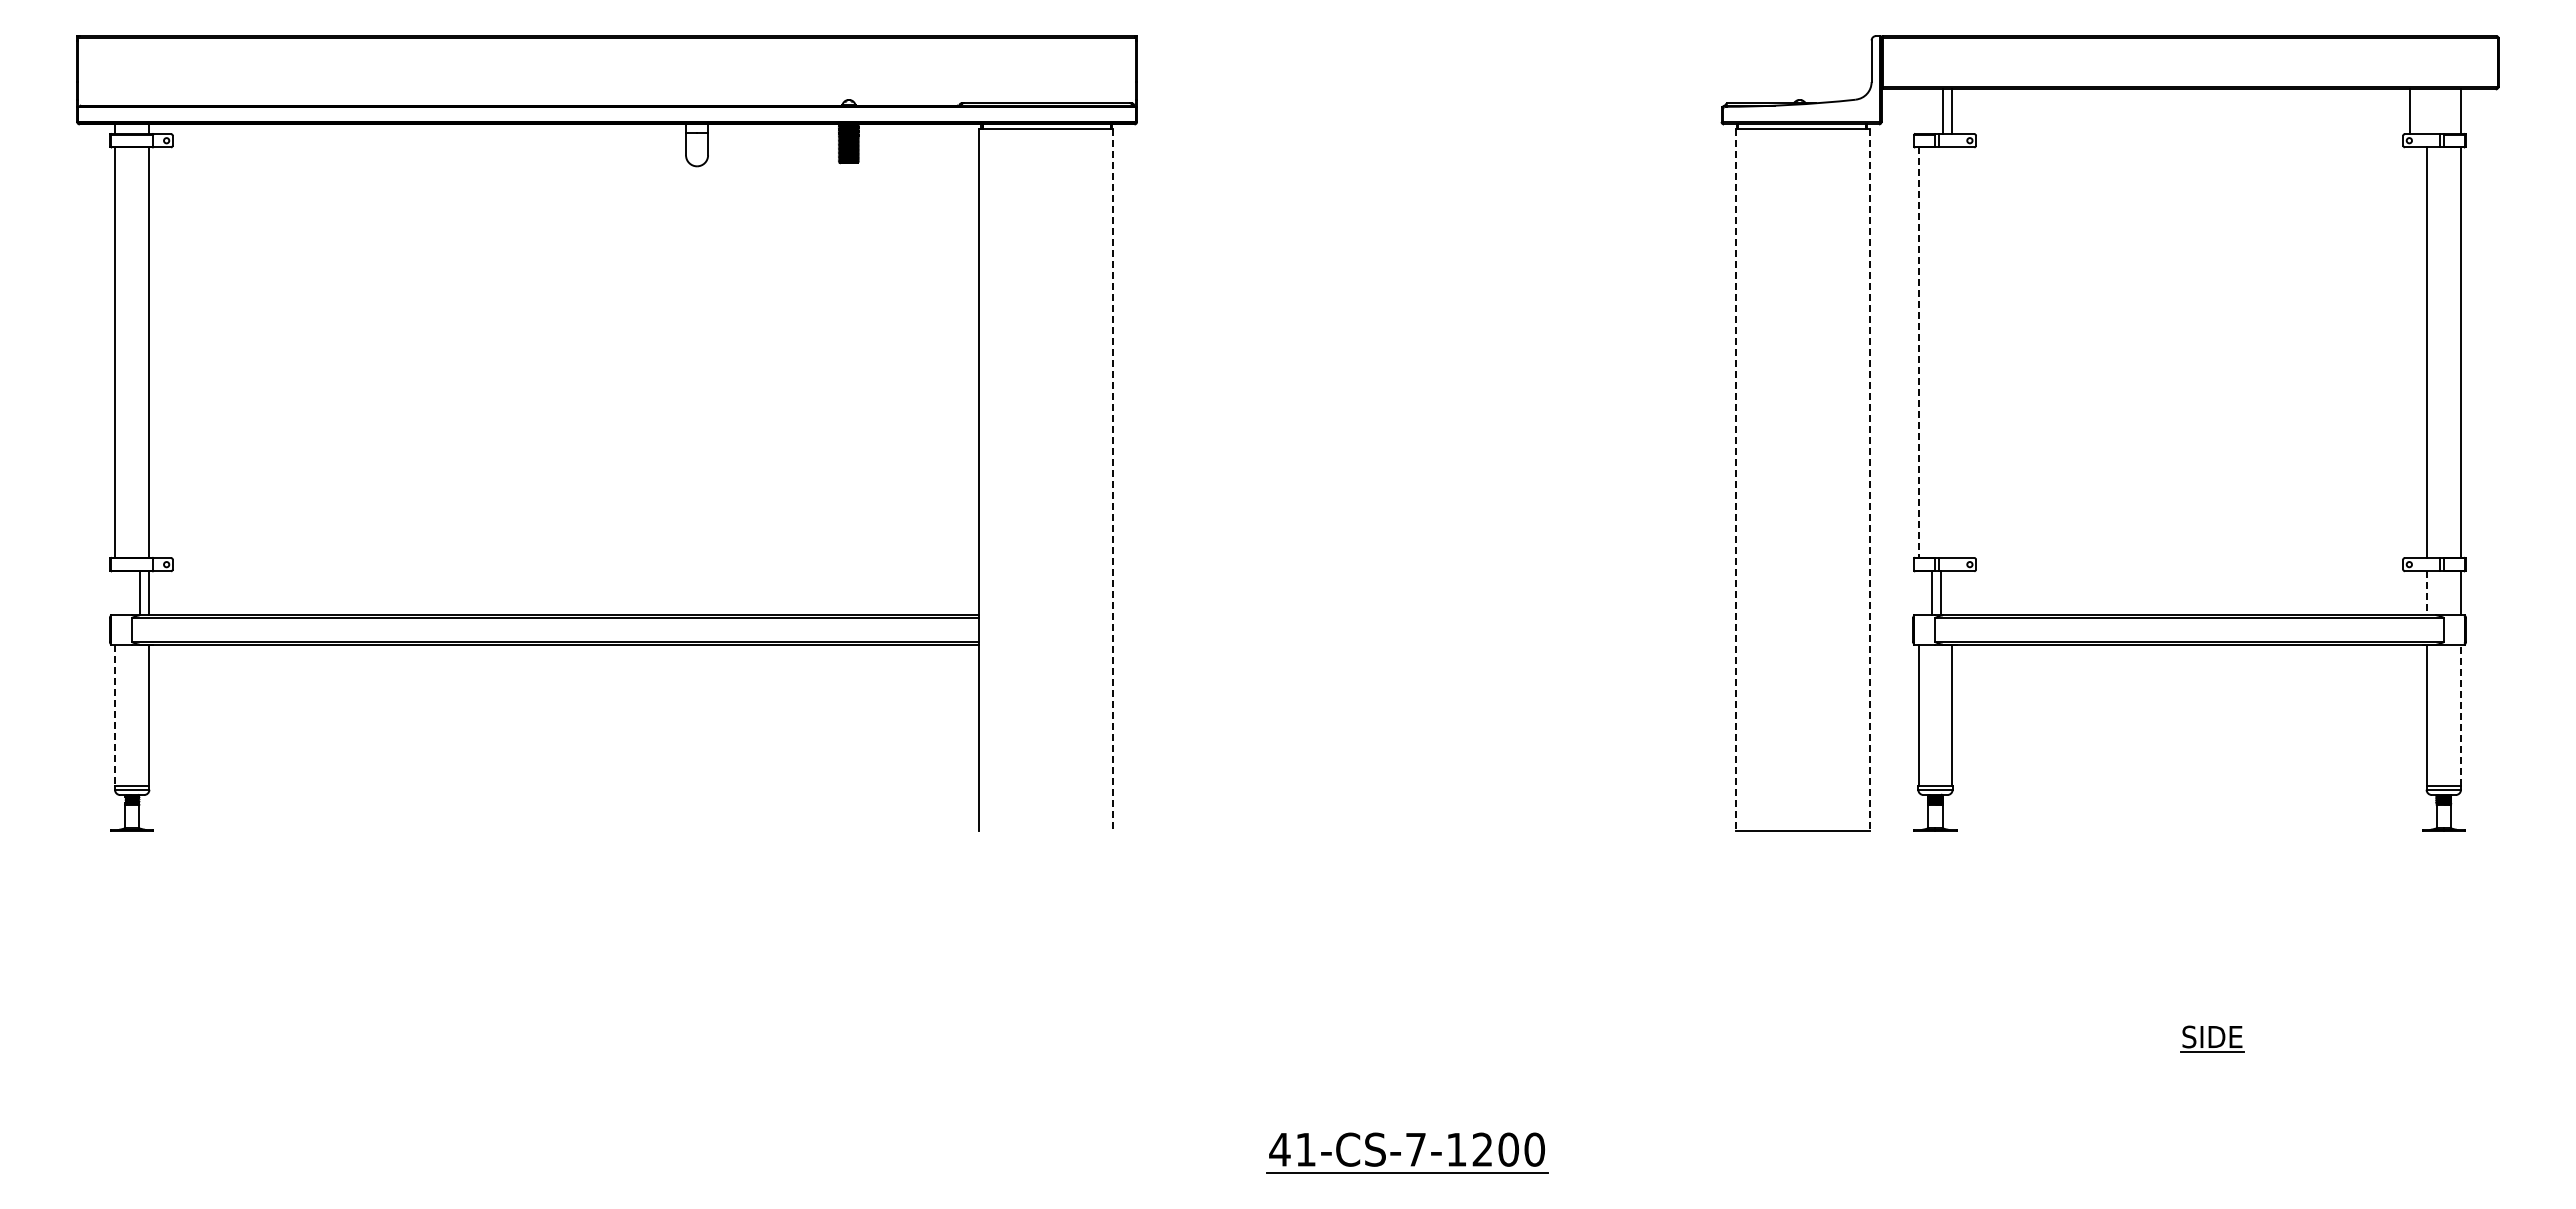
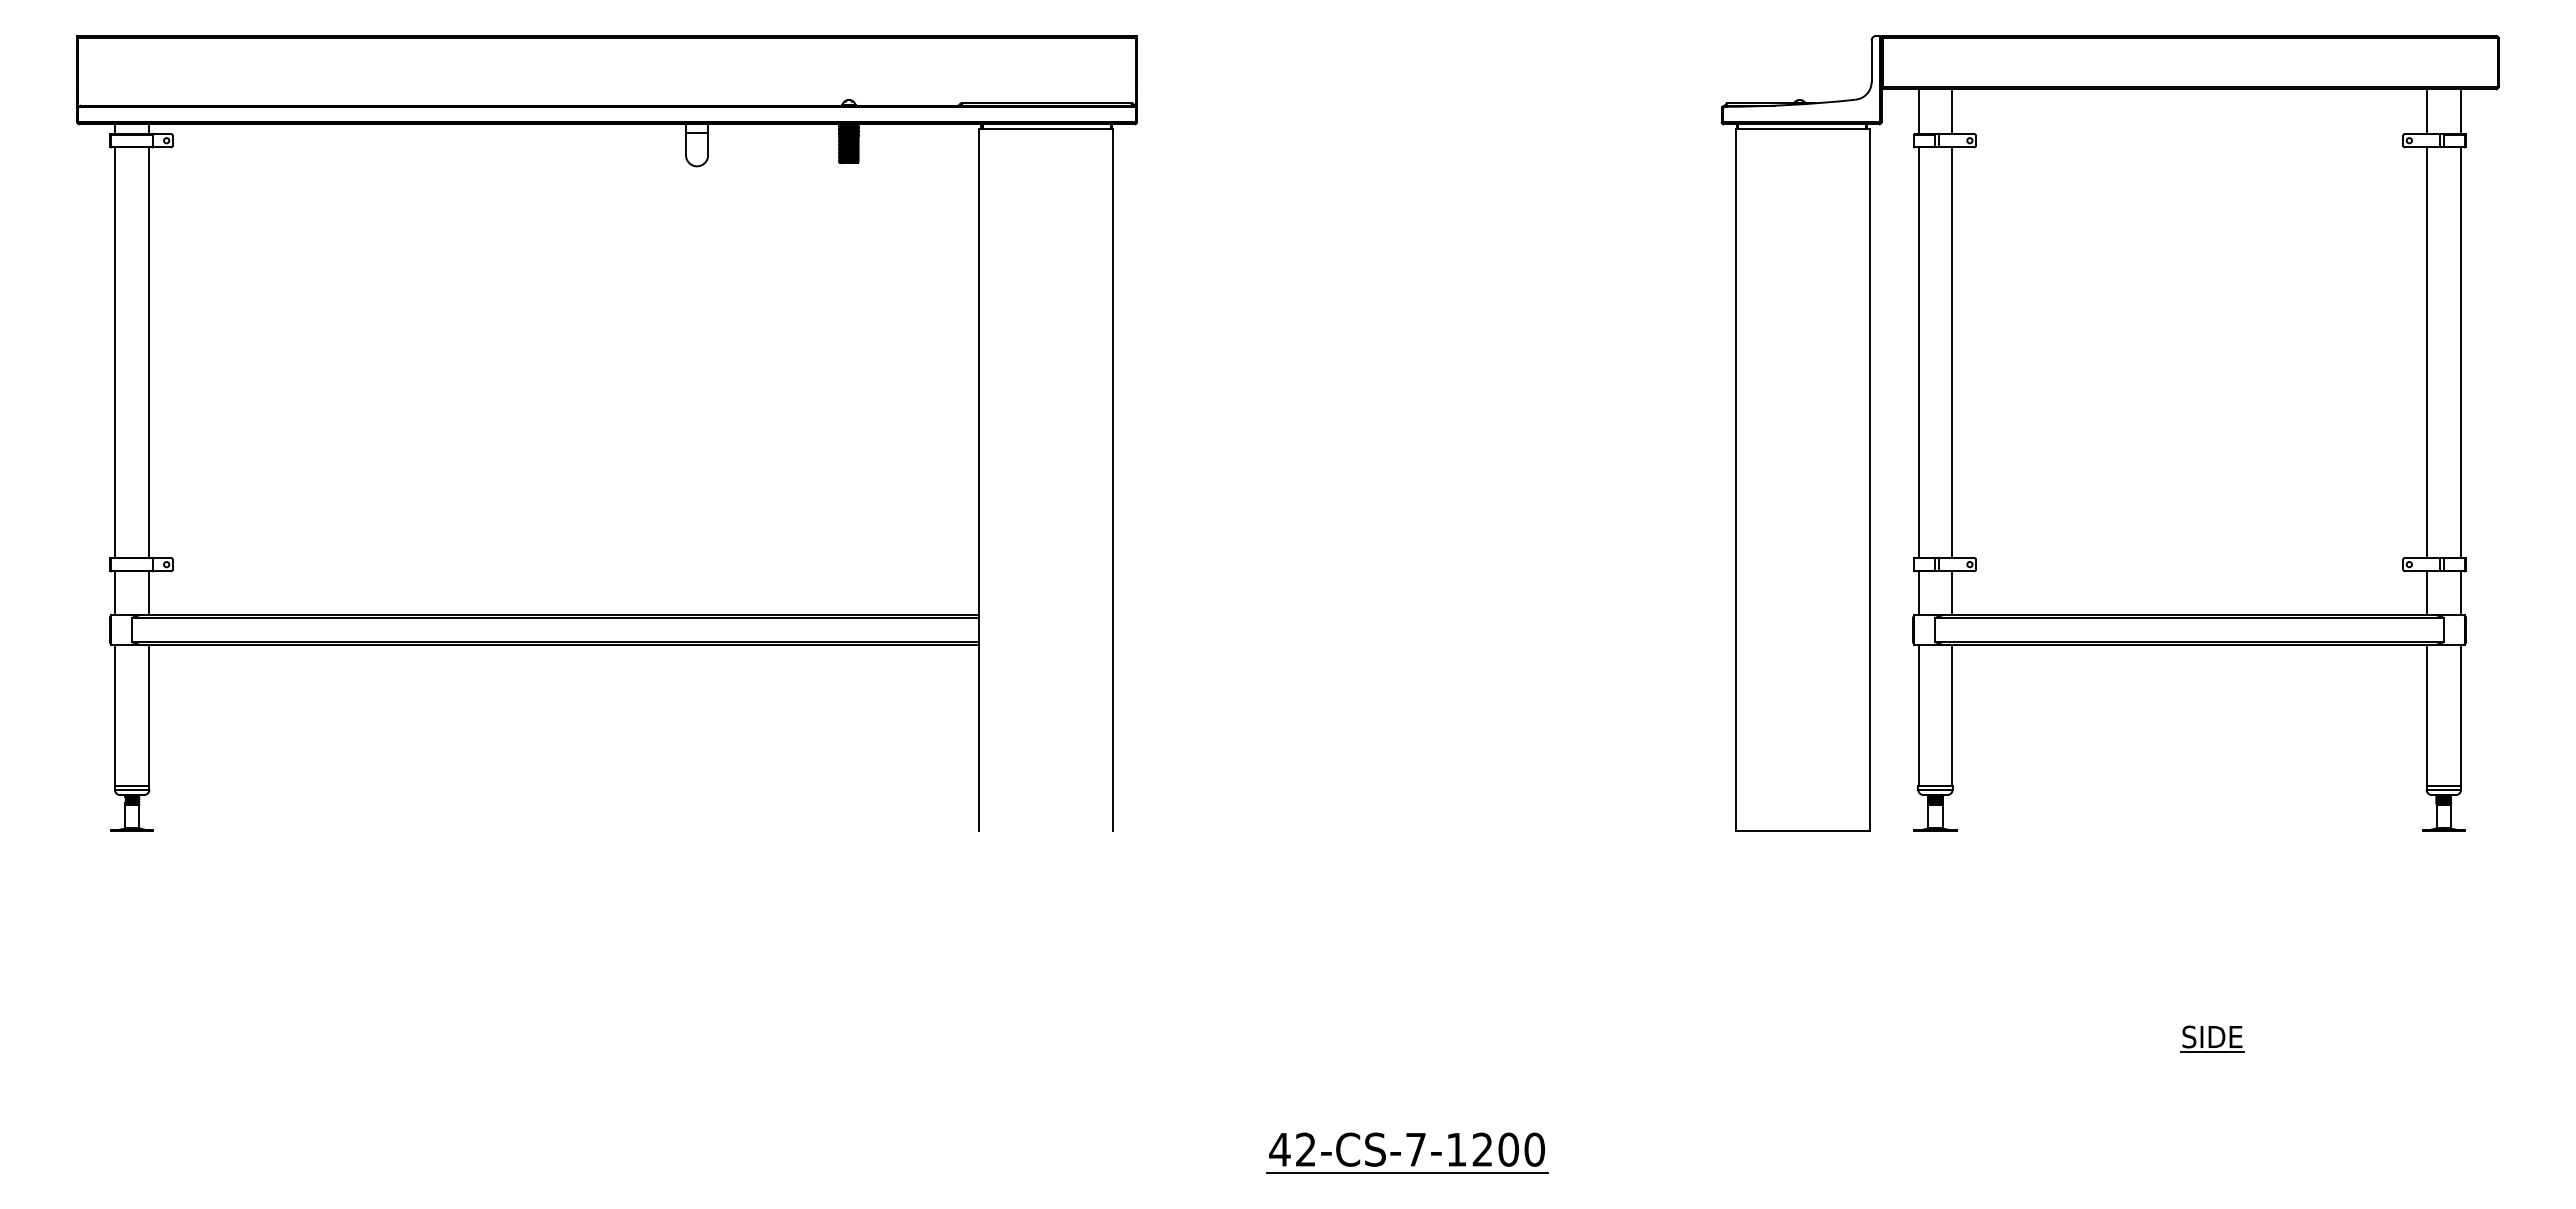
line at (1942, 111) position: (1942, 111) -> (1918, 111)
line at (2409, 111) position: (2409, 111) -> (2426, 111)
line at (1952, 352): none -> present
line at (1918, 353): dashed -> solid
line at (1113, 480): dashed -> solid
line at (1735, 480): dashed -> solid
line at (1869, 480): dashed -> solid
line at (140, 593) position: (140, 593) -> (115, 593)
line at (1932, 593) position: (1932, 593) -> (1952, 593)
line at (1940, 593) position: (1940, 593) -> (1918, 593)
line at (2426, 593): dashed -> solid
line at (2460, 715): dashed -> solid
line at (115, 716): dashed -> solid
text at (1305, 1149): 41-CS-7-1200 -> 42-CS-7-1200
